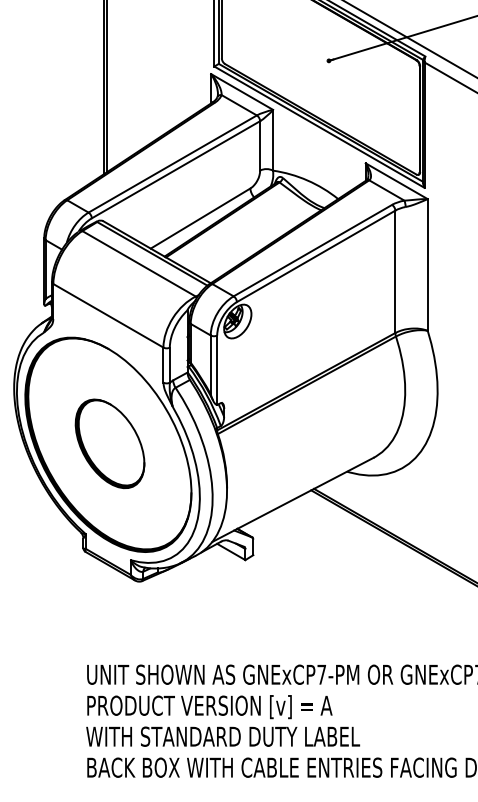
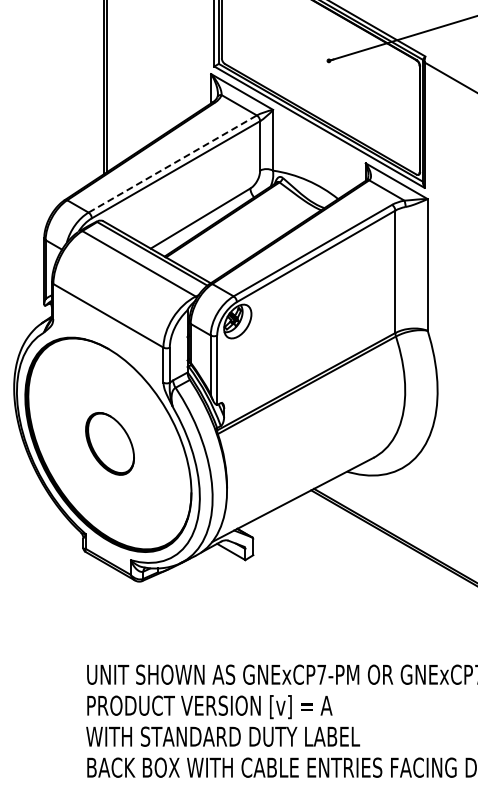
line at (410, 39): present -> none
line at (173, 163): solid -> dashed
part at (109, 443) size: 72x92 px -> 50x64 px
